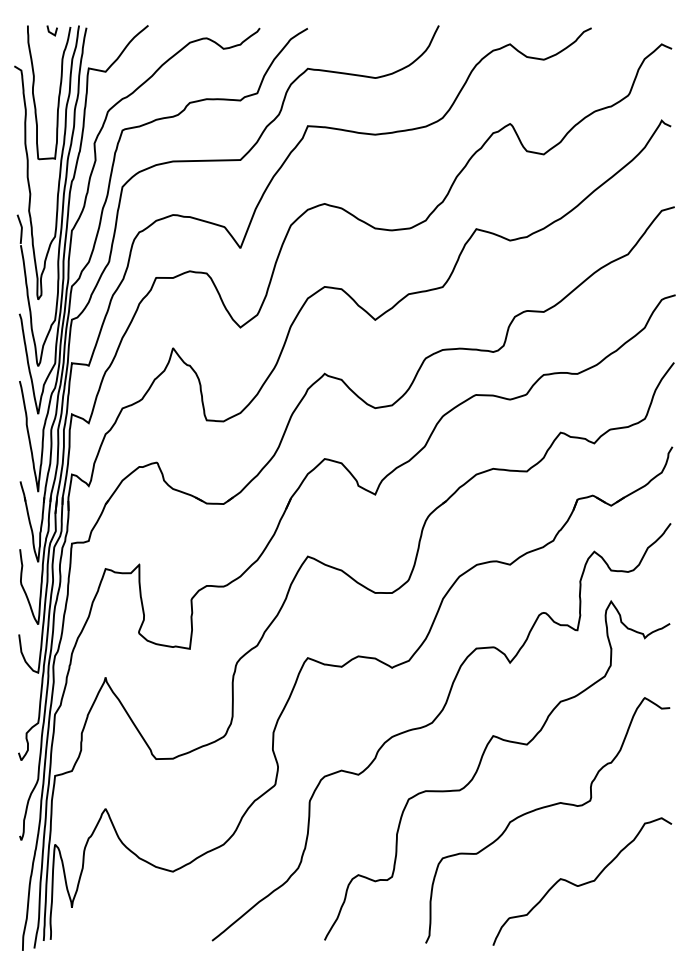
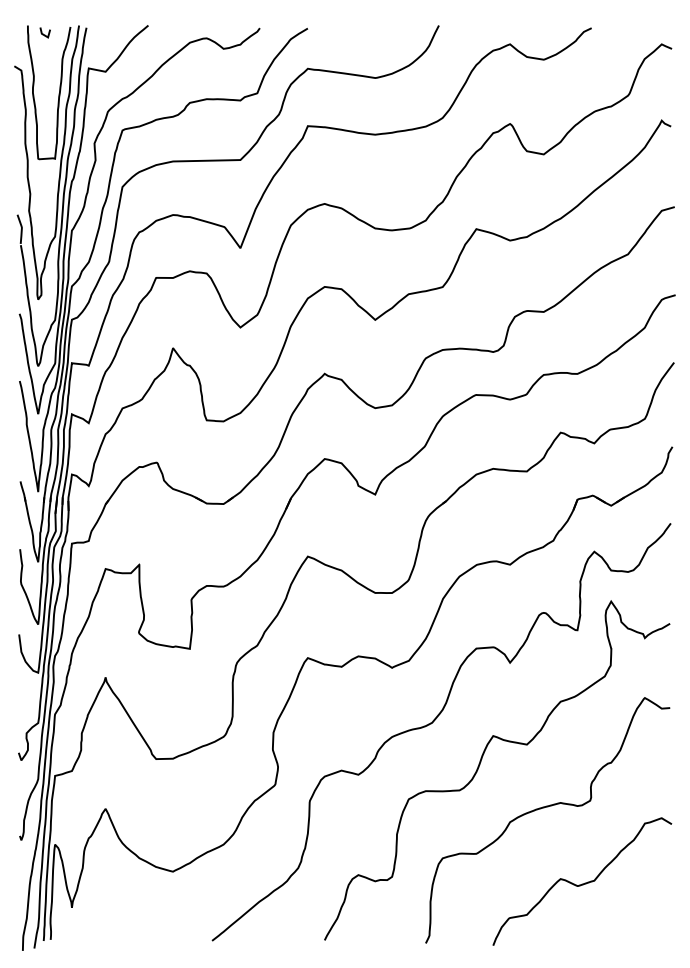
line at (50, 31) position: (50, 31) -> (43, 33)
